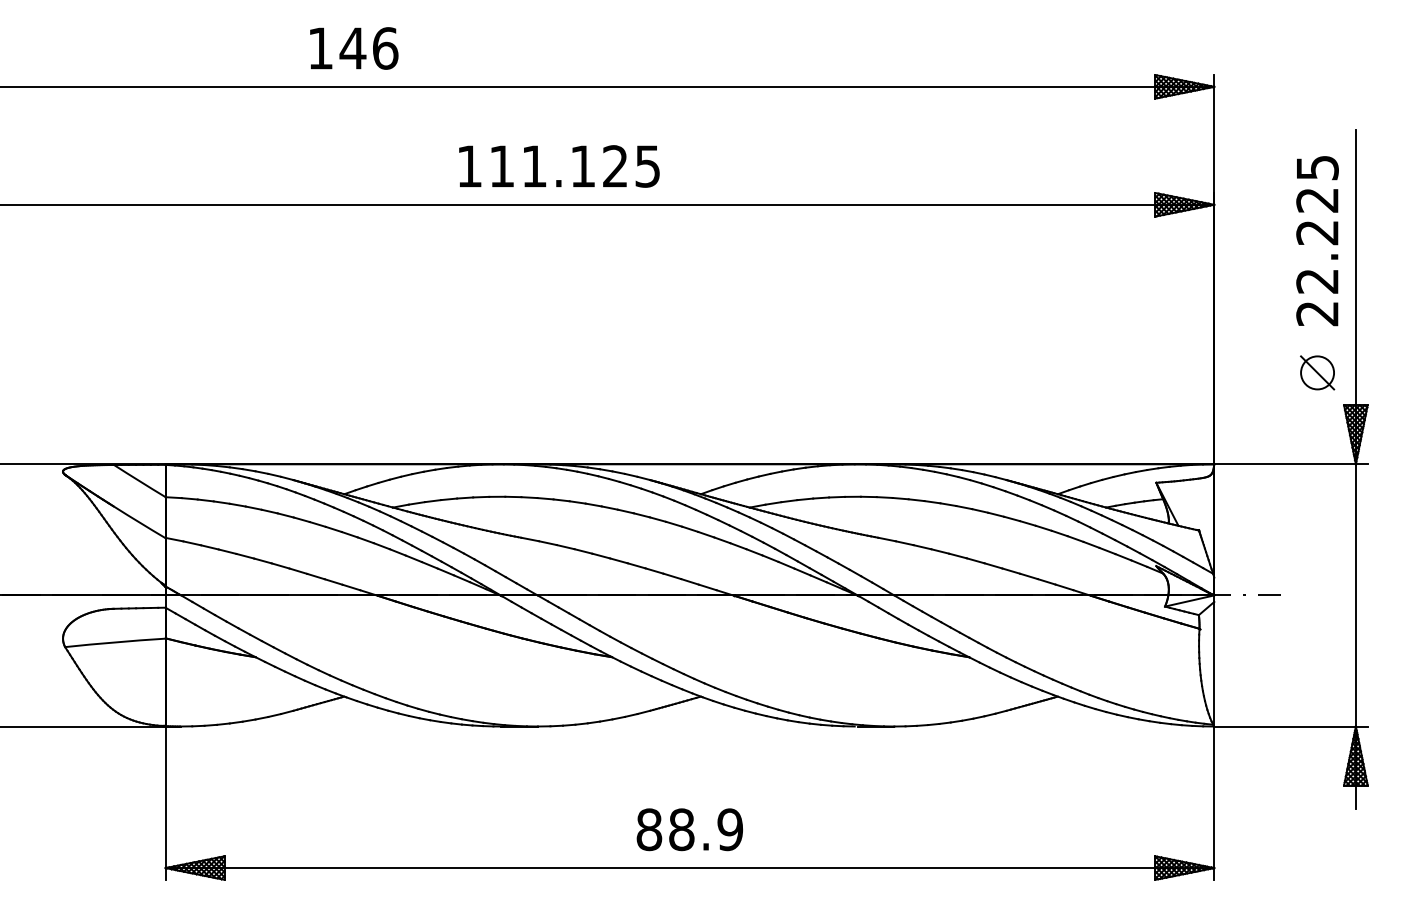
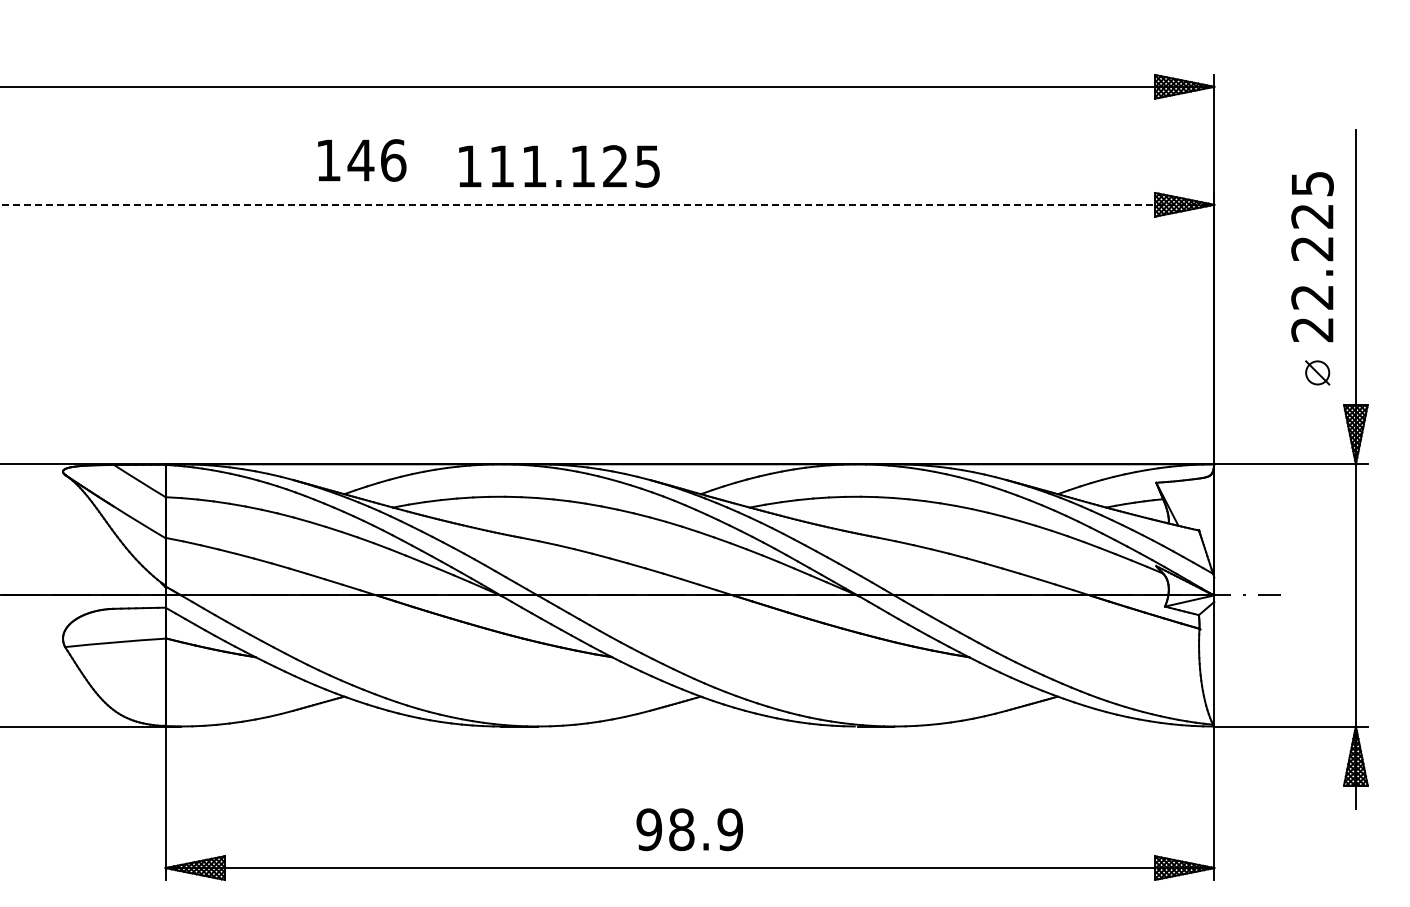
text at (354, 48) position: (354, 48) -> (362, 160)
line at (607, 204): solid -> dashed
text at (1317, 241) position: (1317, 241) -> (1312, 257)
part at (1317, 372) size: 36x36 px -> 26x26 px
text at (649, 829): 88.9 -> 98.9
